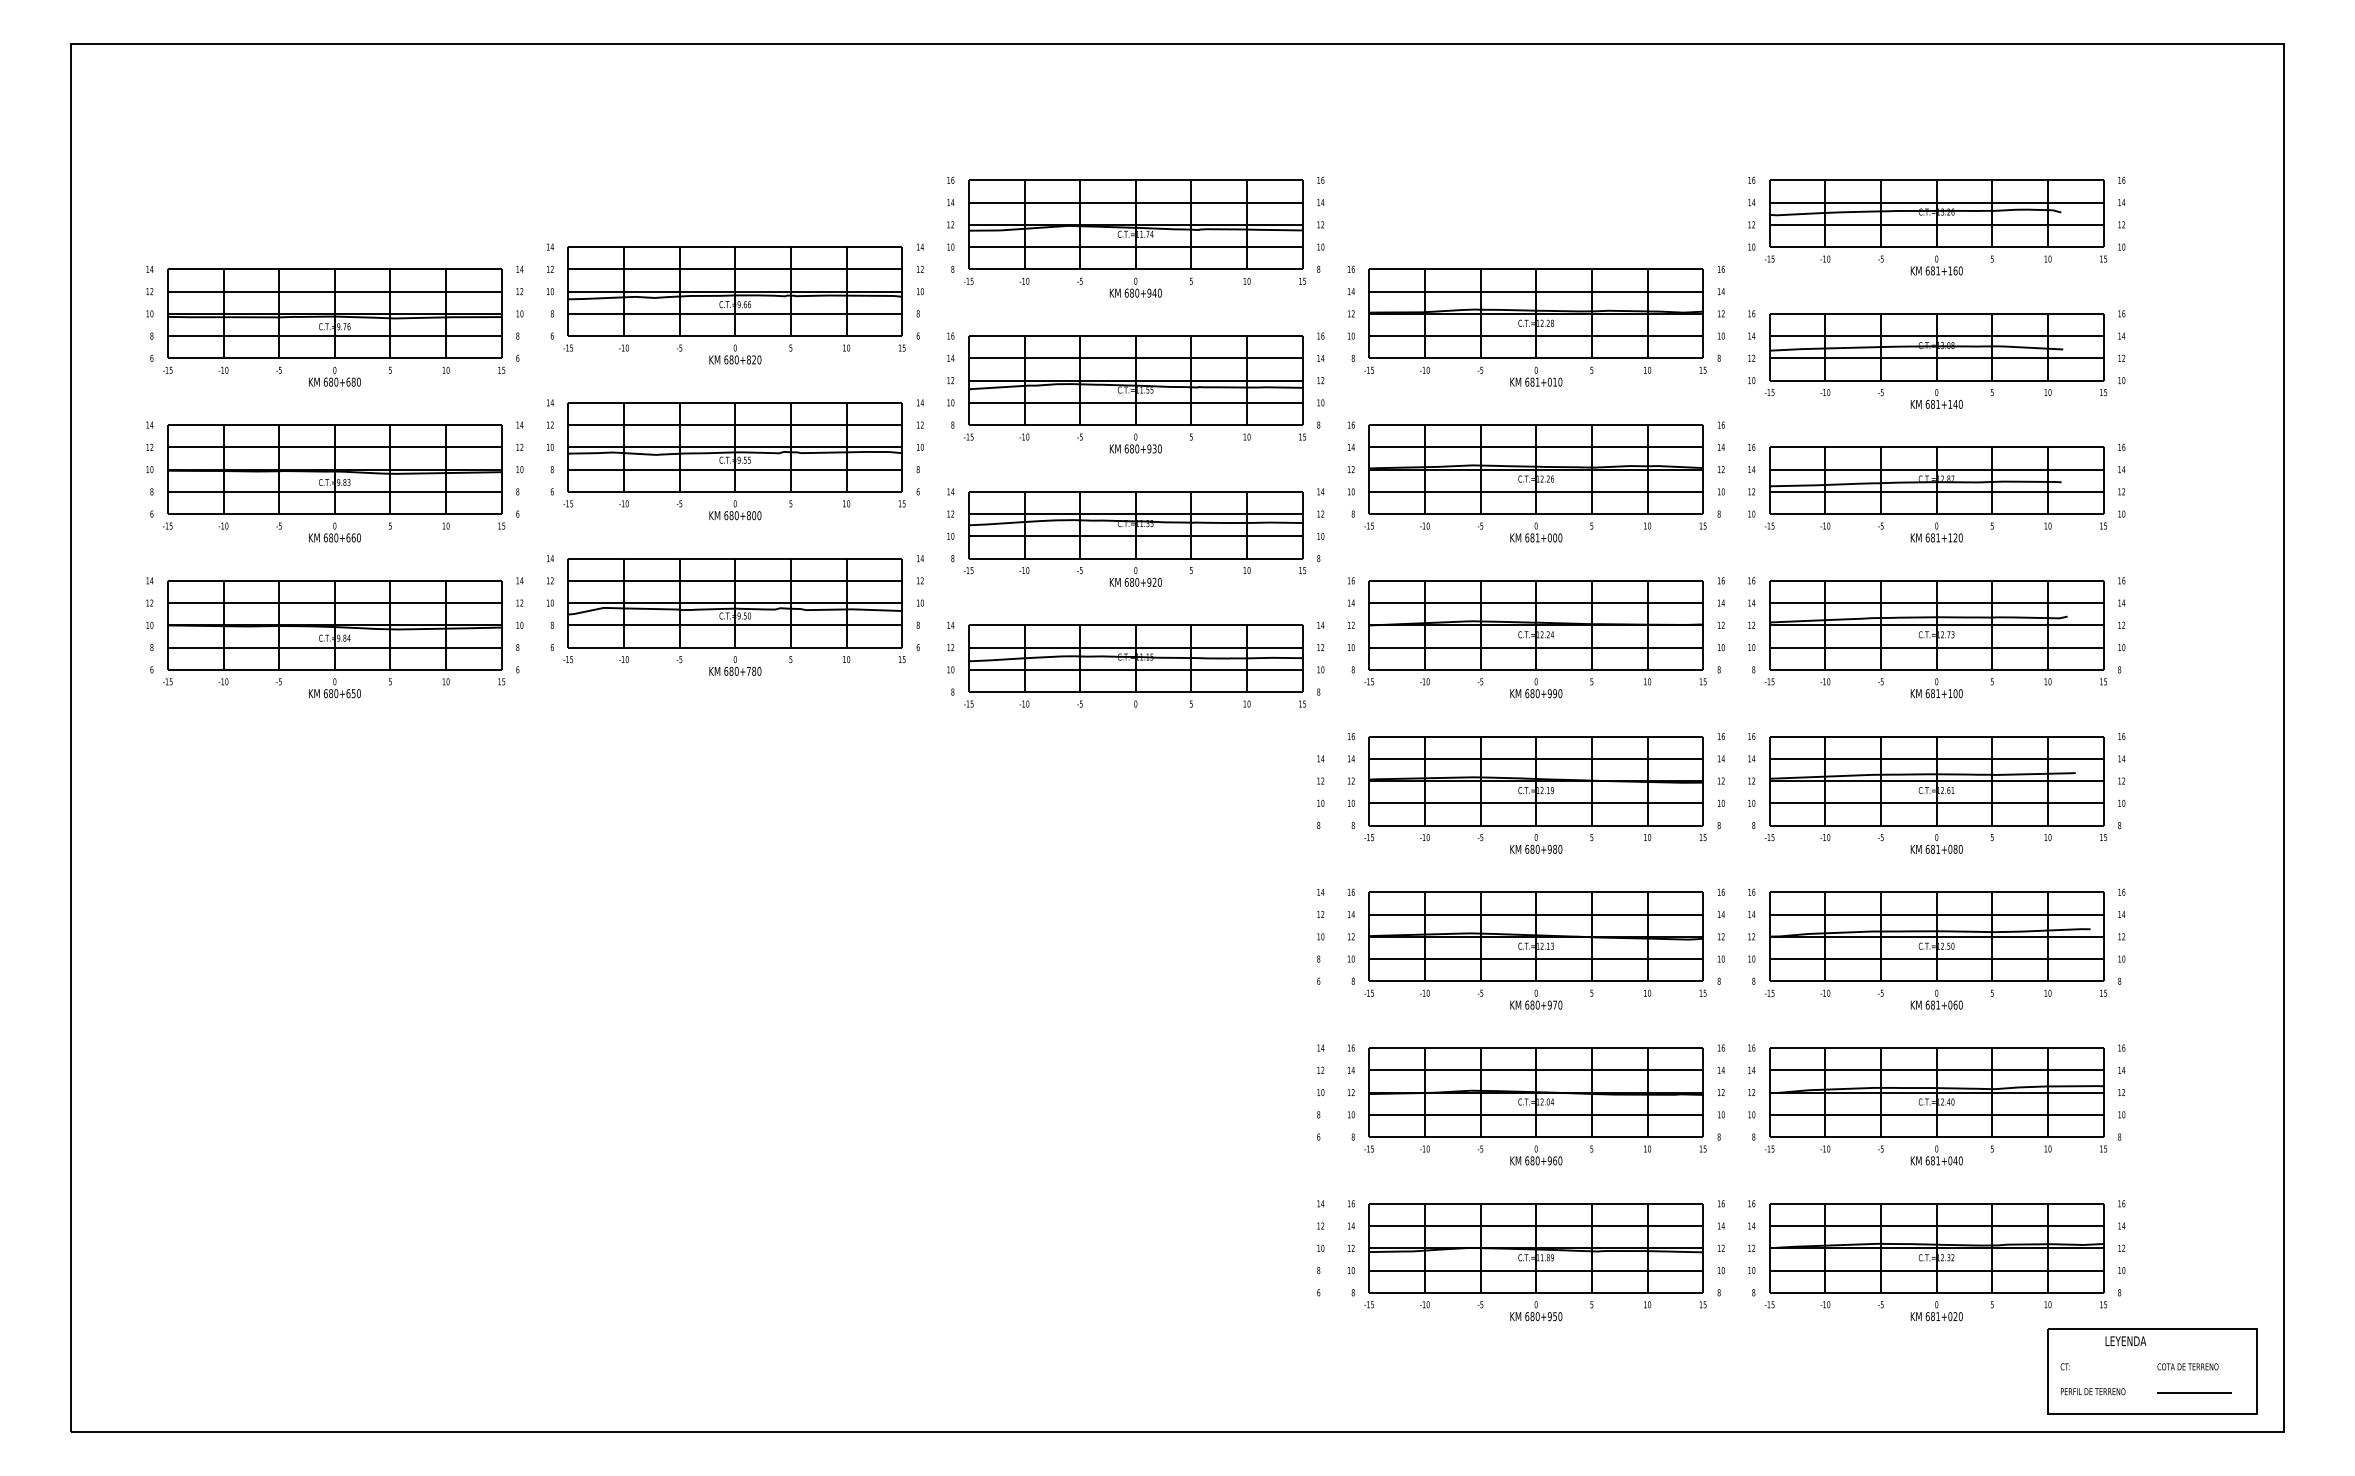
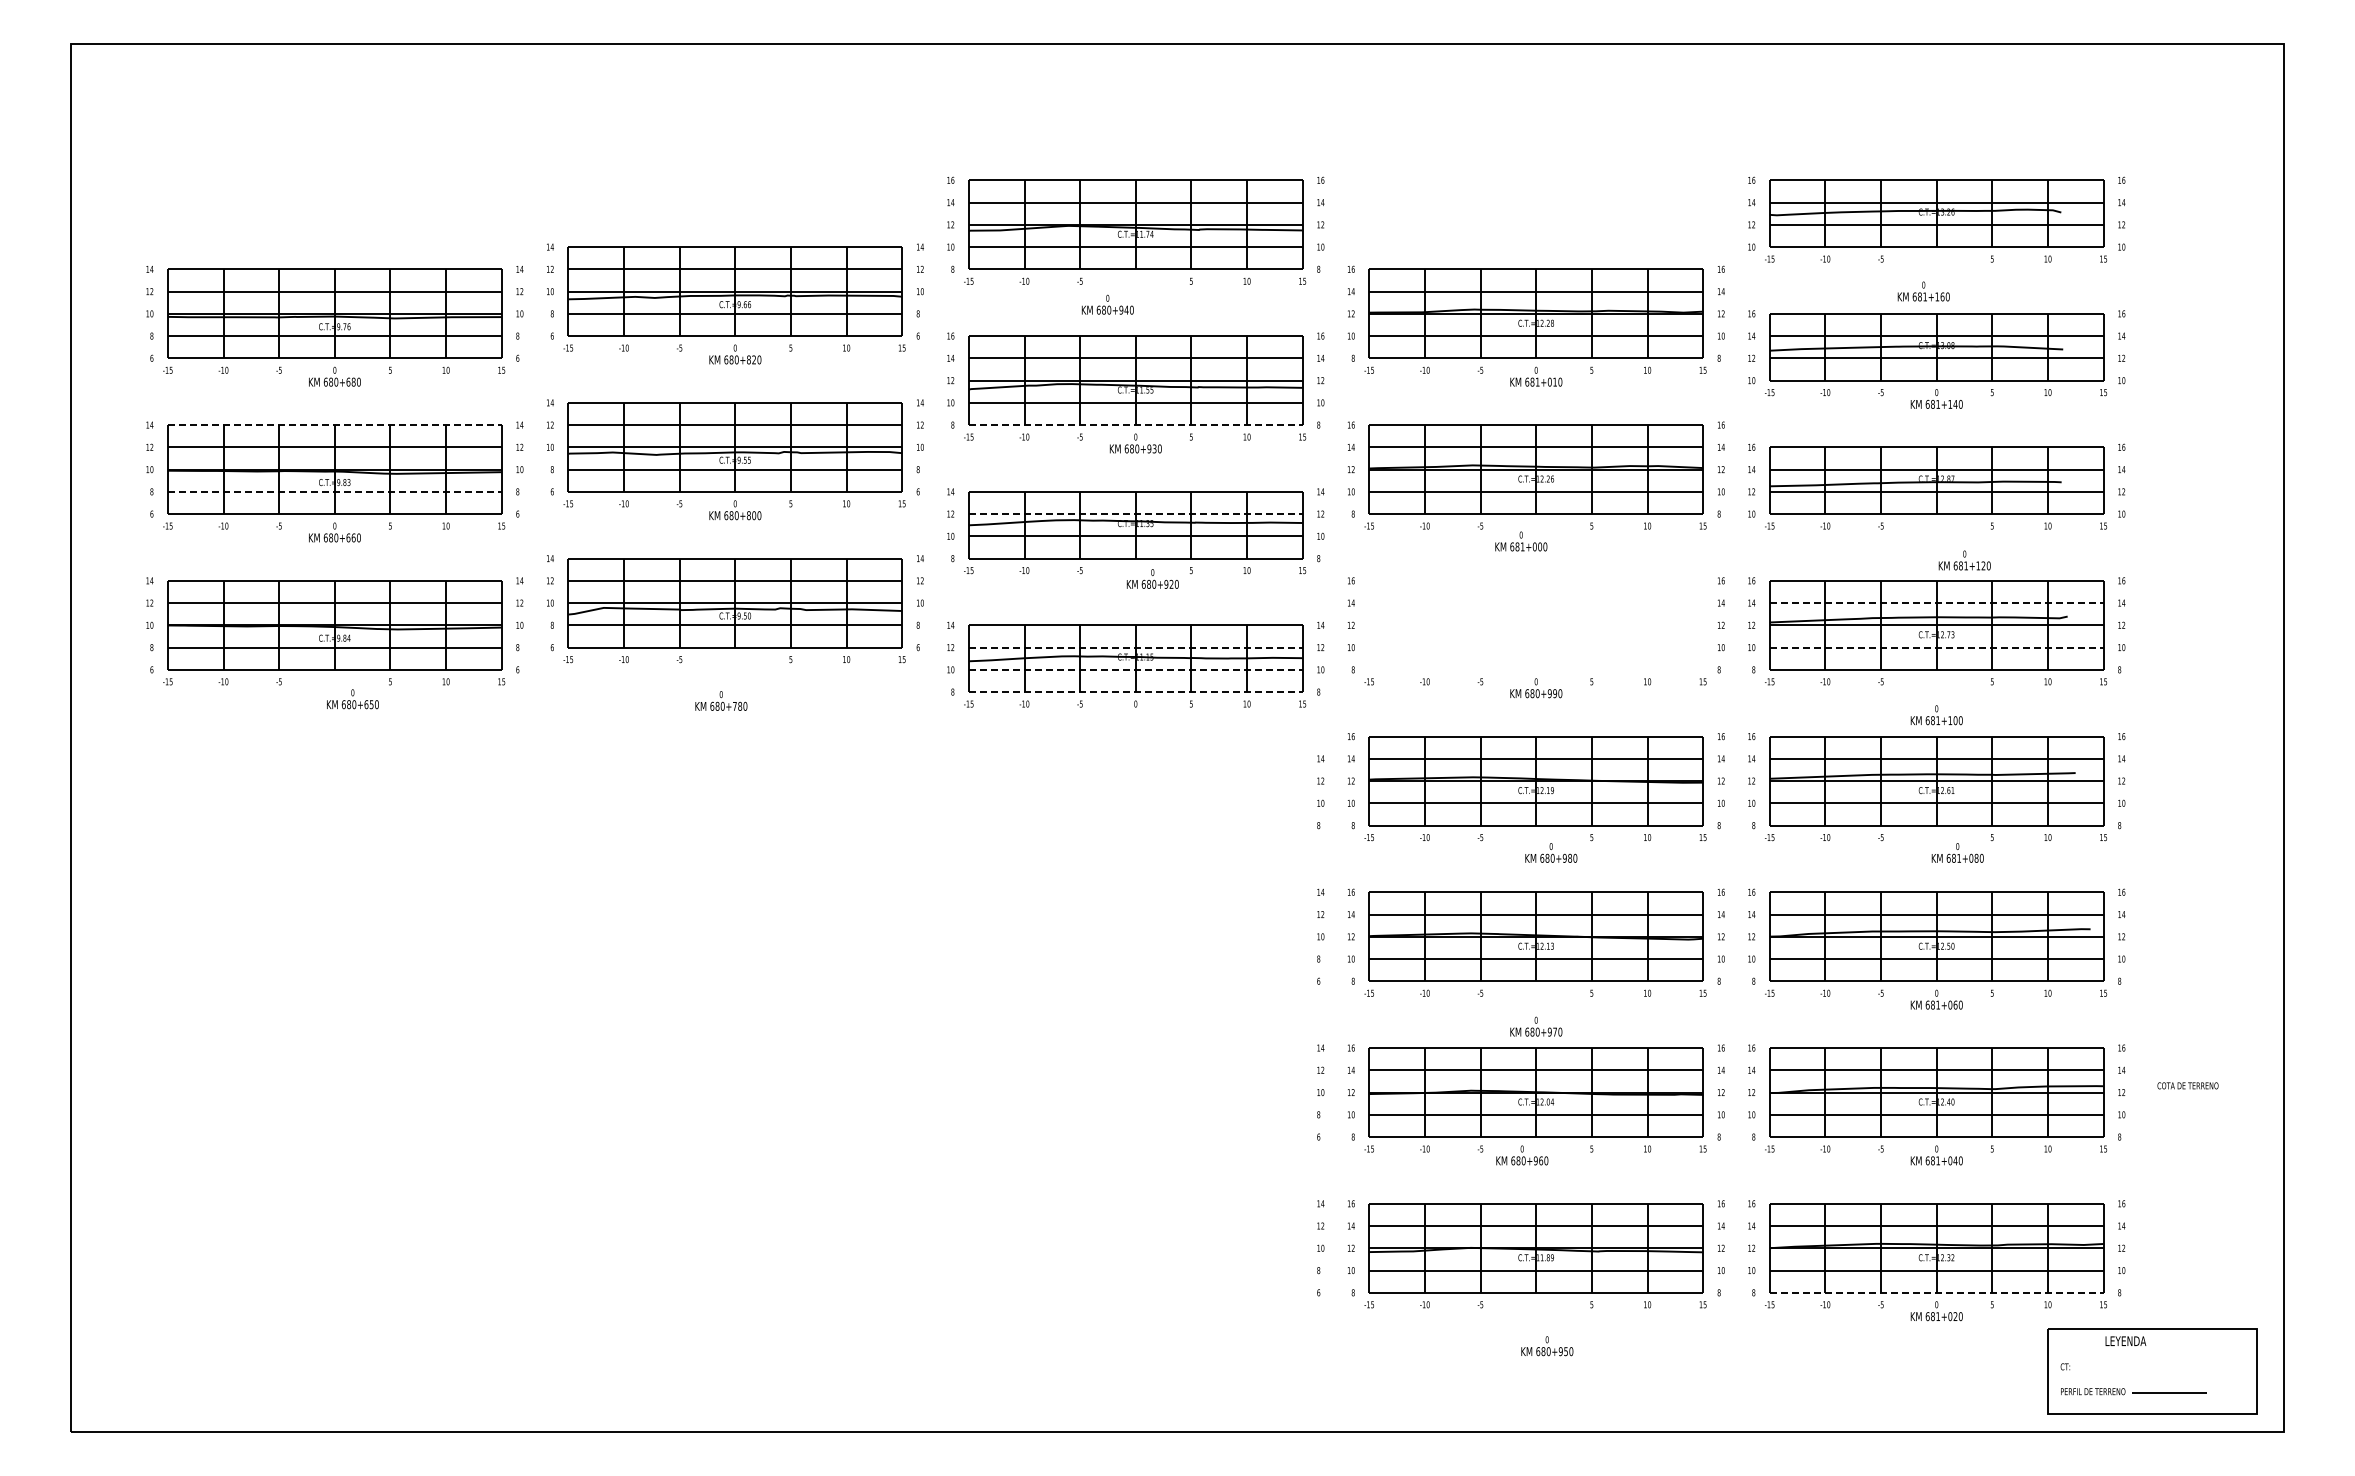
text at (1936, 265) position: (1936, 265) -> (1923, 291)
text at (1135, 287) position: (1135, 287) -> (1107, 304)
line at (334, 425): solid -> dashed
line at (1135, 425): solid -> dashed
line at (334, 491): solid -> dashed
line at (1135, 514): solid -> dashed
text at (1536, 532) position: (1536, 532) -> (1521, 541)
text at (1936, 532) position: (1936, 532) -> (1964, 560)
text at (1135, 576) position: (1135, 576) -> (1152, 578)
line at (1936, 603): solid -> dashed
part at (1535, 625): present -> none
line at (1135, 647): solid -> dashed
line at (1936, 647): solid -> dashed
text at (735, 665) position: (735, 665) -> (721, 700)
line at (1135, 669): solid -> dashed
text at (334, 688) position: (334, 688) -> (352, 699)
text at (1936, 688) position: (1936, 688) -> (1936, 715)
line at (1135, 692): solid -> dashed
text at (1536, 843) position: (1536, 843) -> (1551, 852)
text at (1936, 843) position: (1936, 843) -> (1957, 852)
text at (1536, 999) position: (1536, 999) -> (1536, 1026)
text at (1536, 1155) position: (1536, 1155) -> (1522, 1155)
line at (1936, 1292): solid -> dashed
text at (1536, 1311) position: (1536, 1311) -> (1547, 1346)
text at (2187, 1366) position: (2187, 1366) -> (2187, 1085)
line at (2194, 1392) position: (2194, 1392) -> (2169, 1392)
